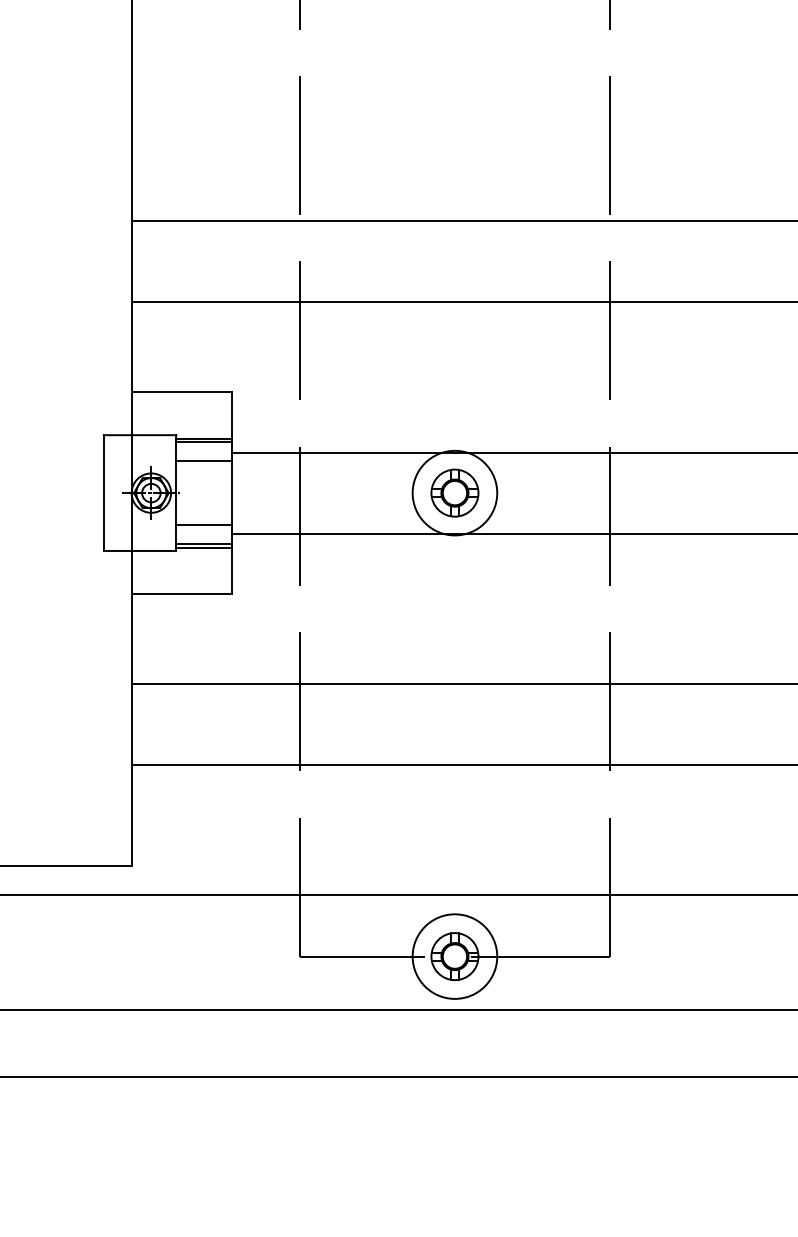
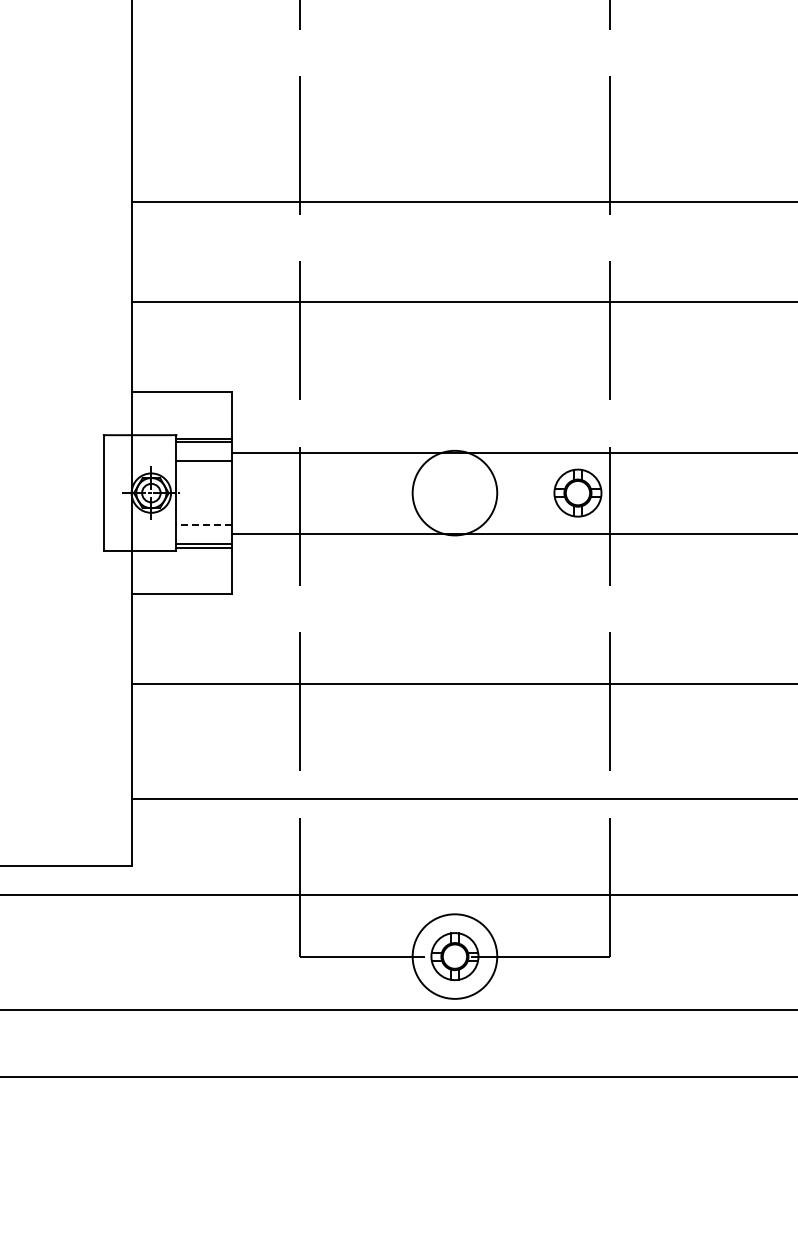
line at (462, 220) position: (462, 220) -> (462, 201)
part at (454, 492) position: (454, 492) -> (577, 492)
line at (203, 525): solid -> dashed
line at (462, 765) position: (462, 765) -> (462, 799)
